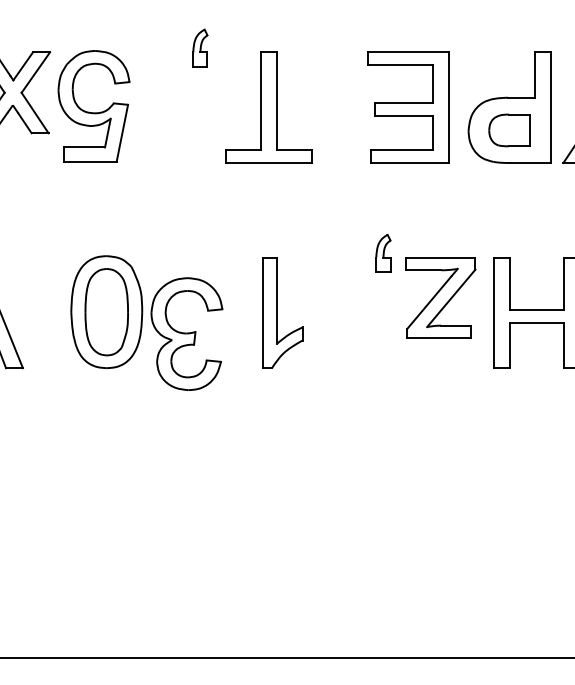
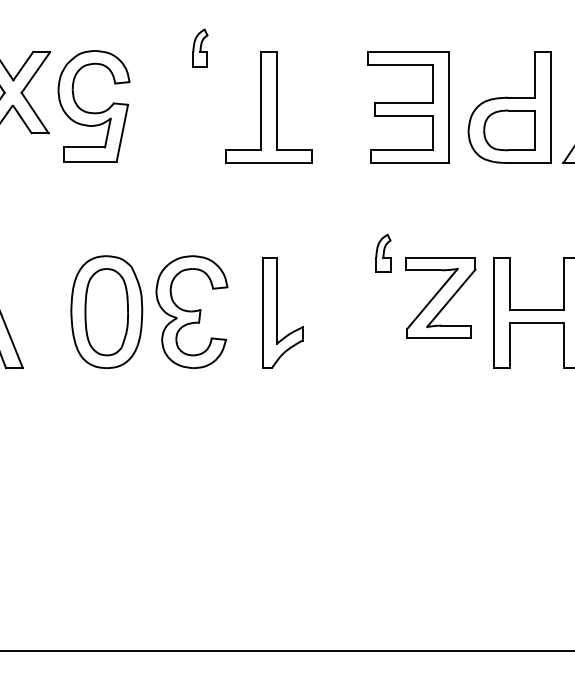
part at (509, 130) size: 43x35 px -> 53x43 px
part at (186, 333) position: (186, 333) -> (191, 311)
line at (286, 658) position: (286, 658) -> (286, 651)
